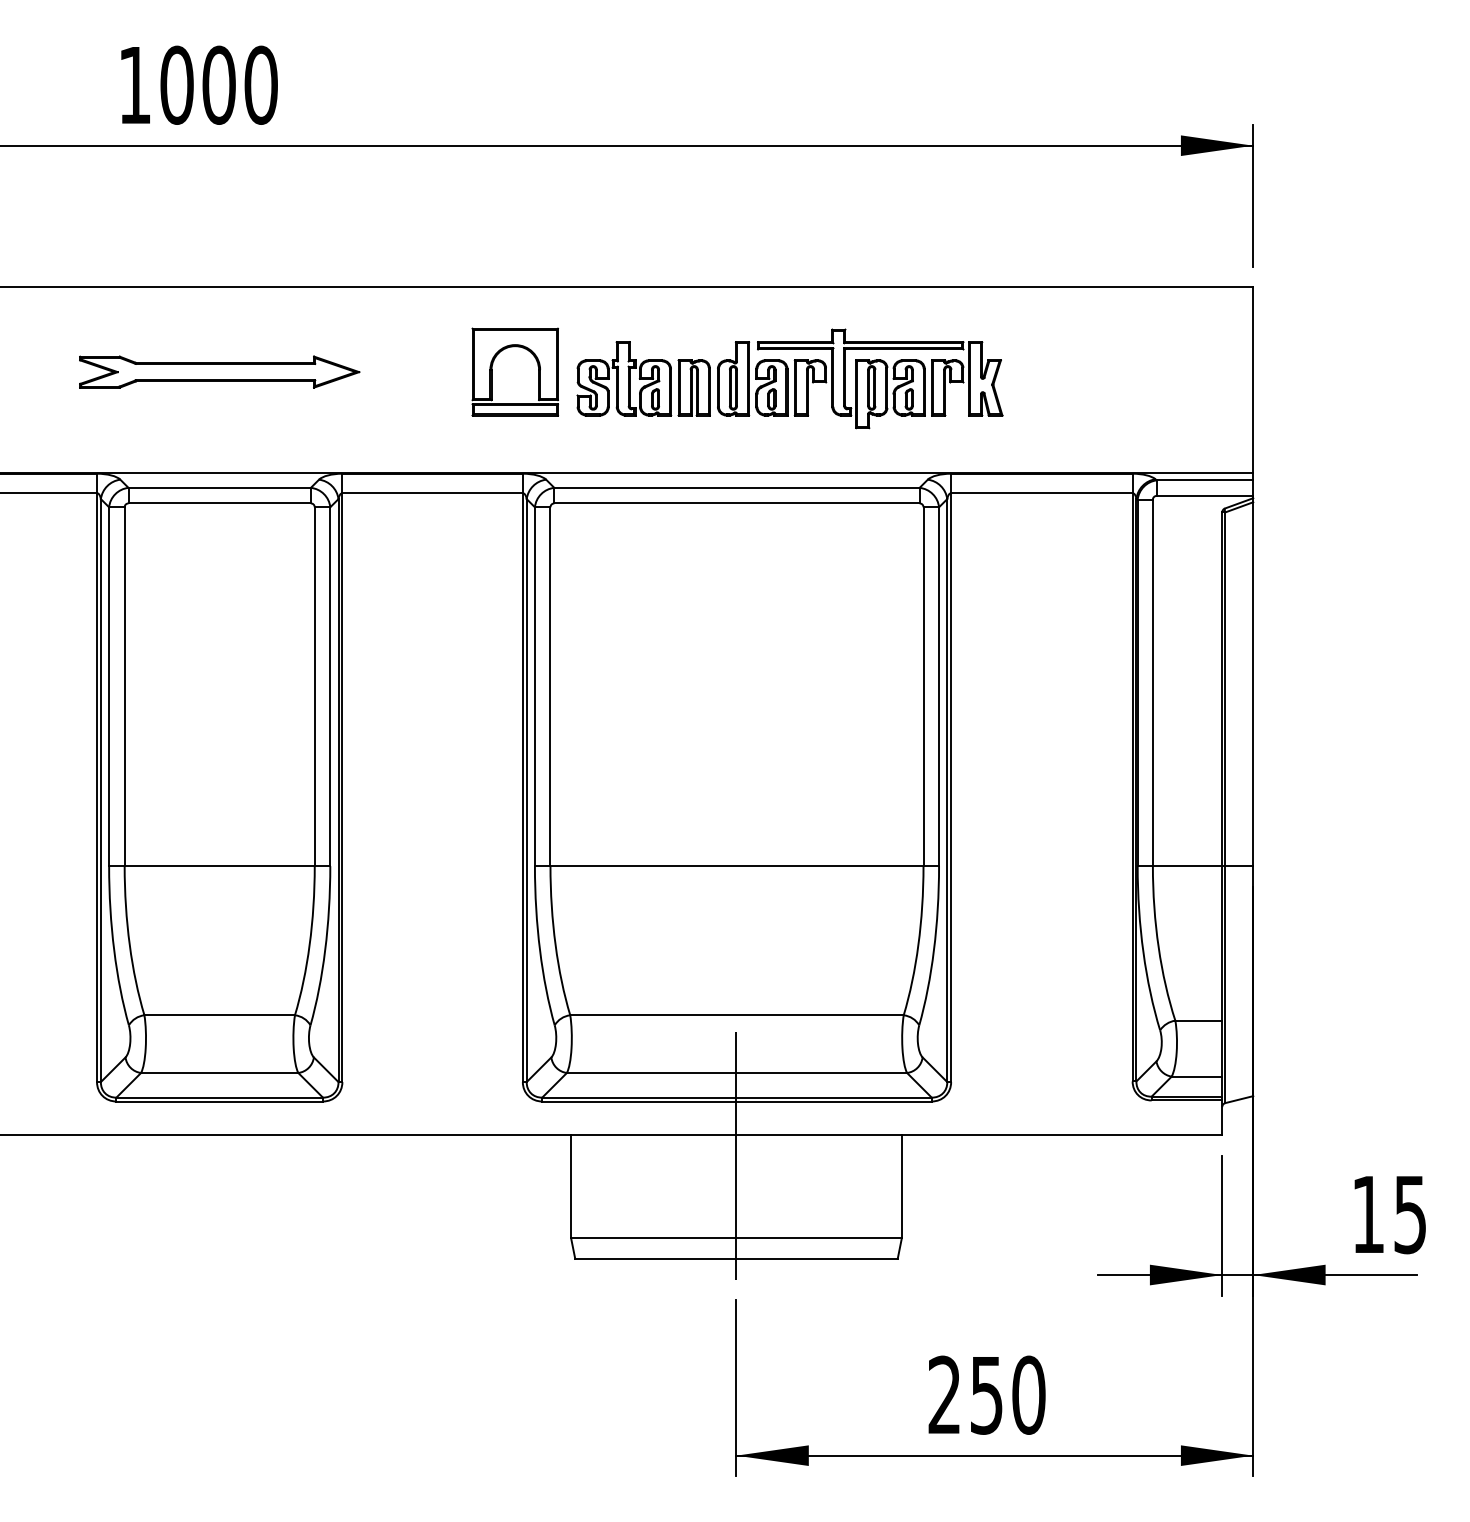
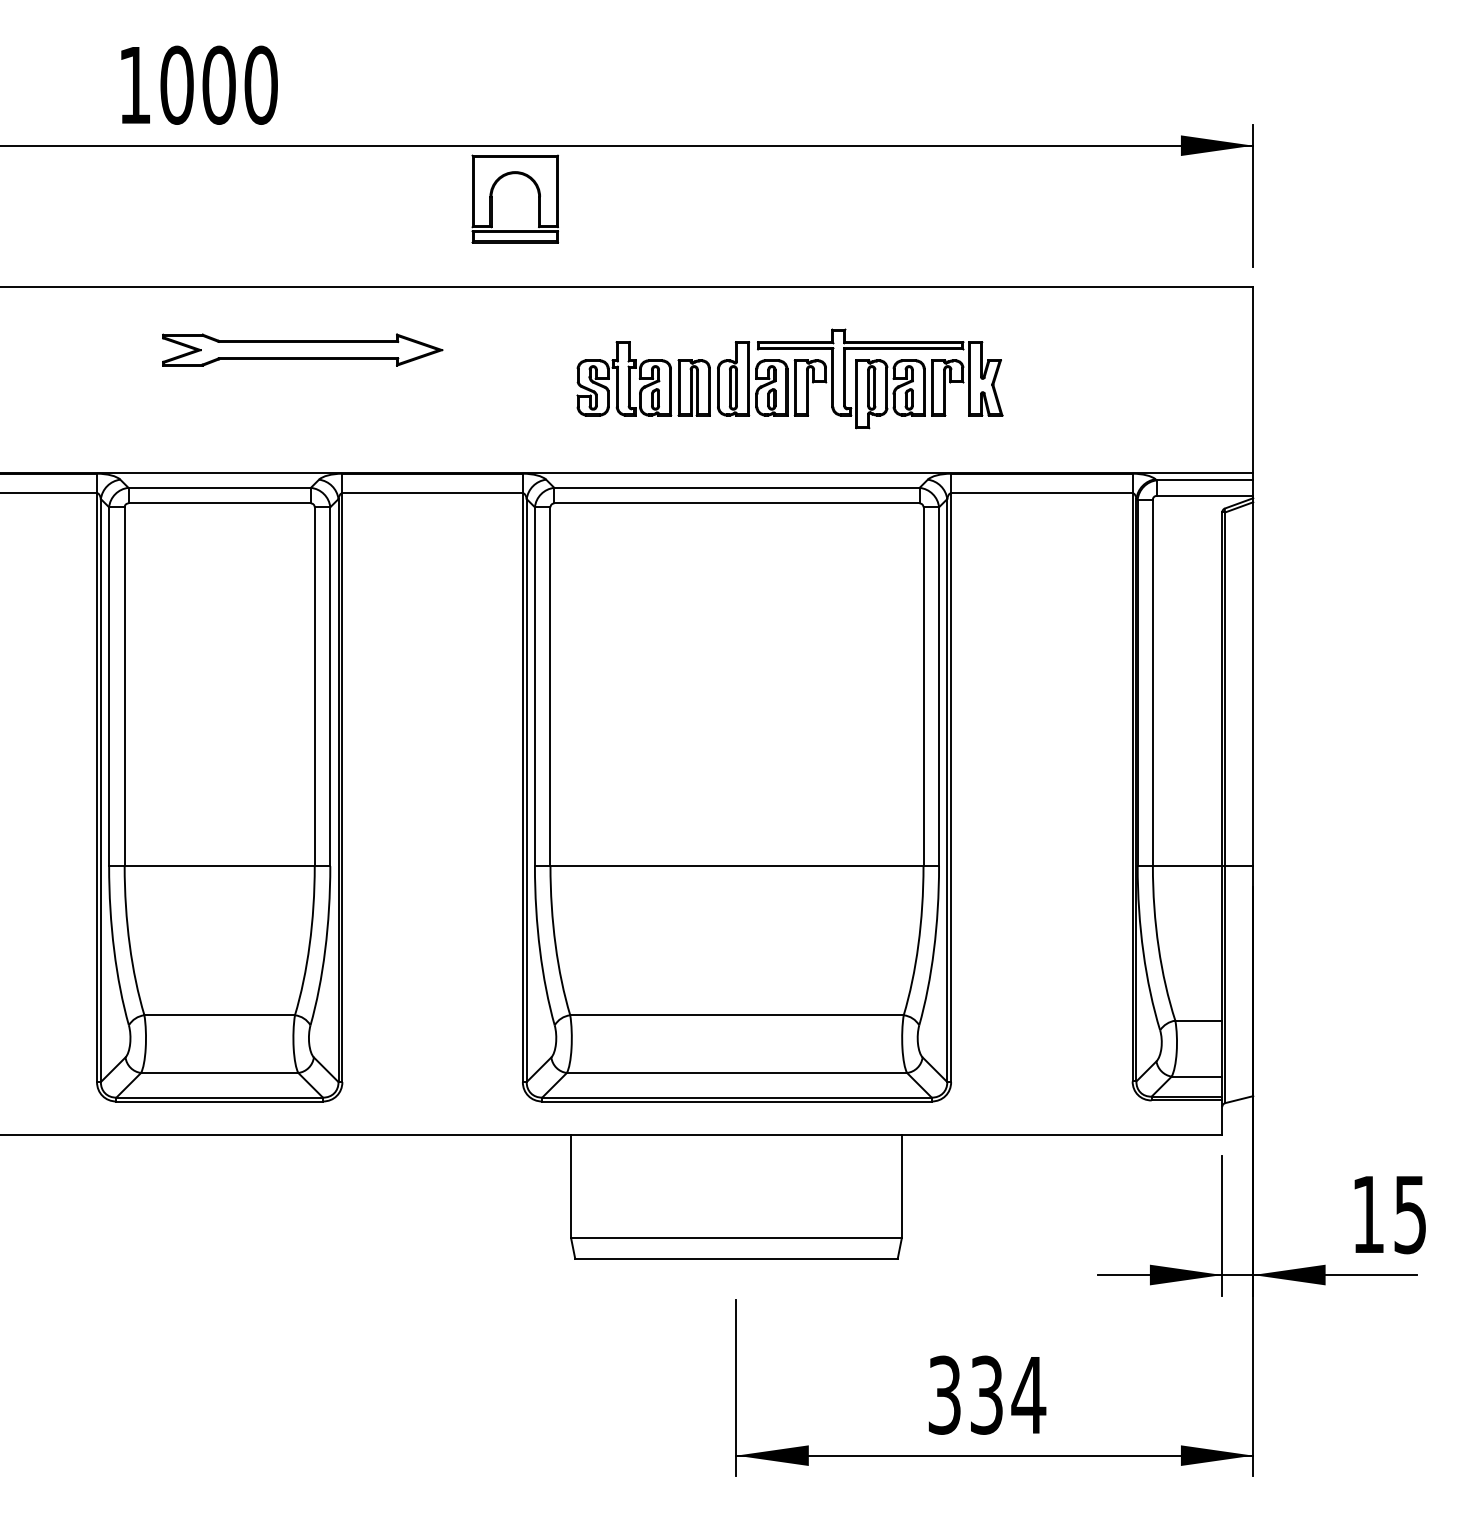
part at (219, 371) position: (219, 371) -> (302, 349)
part at (492, 371) position: (492, 371) -> (492, 198)
line at (736, 1155): present -> none
text at (987, 1394): 250 -> 334
